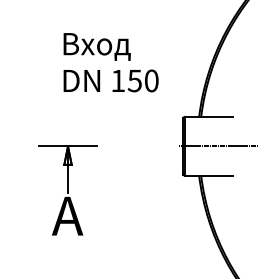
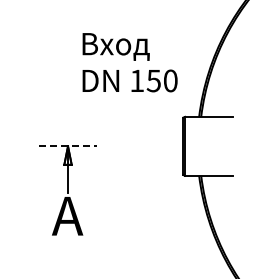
text at (110, 62) position: (110, 62) -> (129, 62)
line at (68, 146): solid -> dashed
line at (216, 146): present -> none
